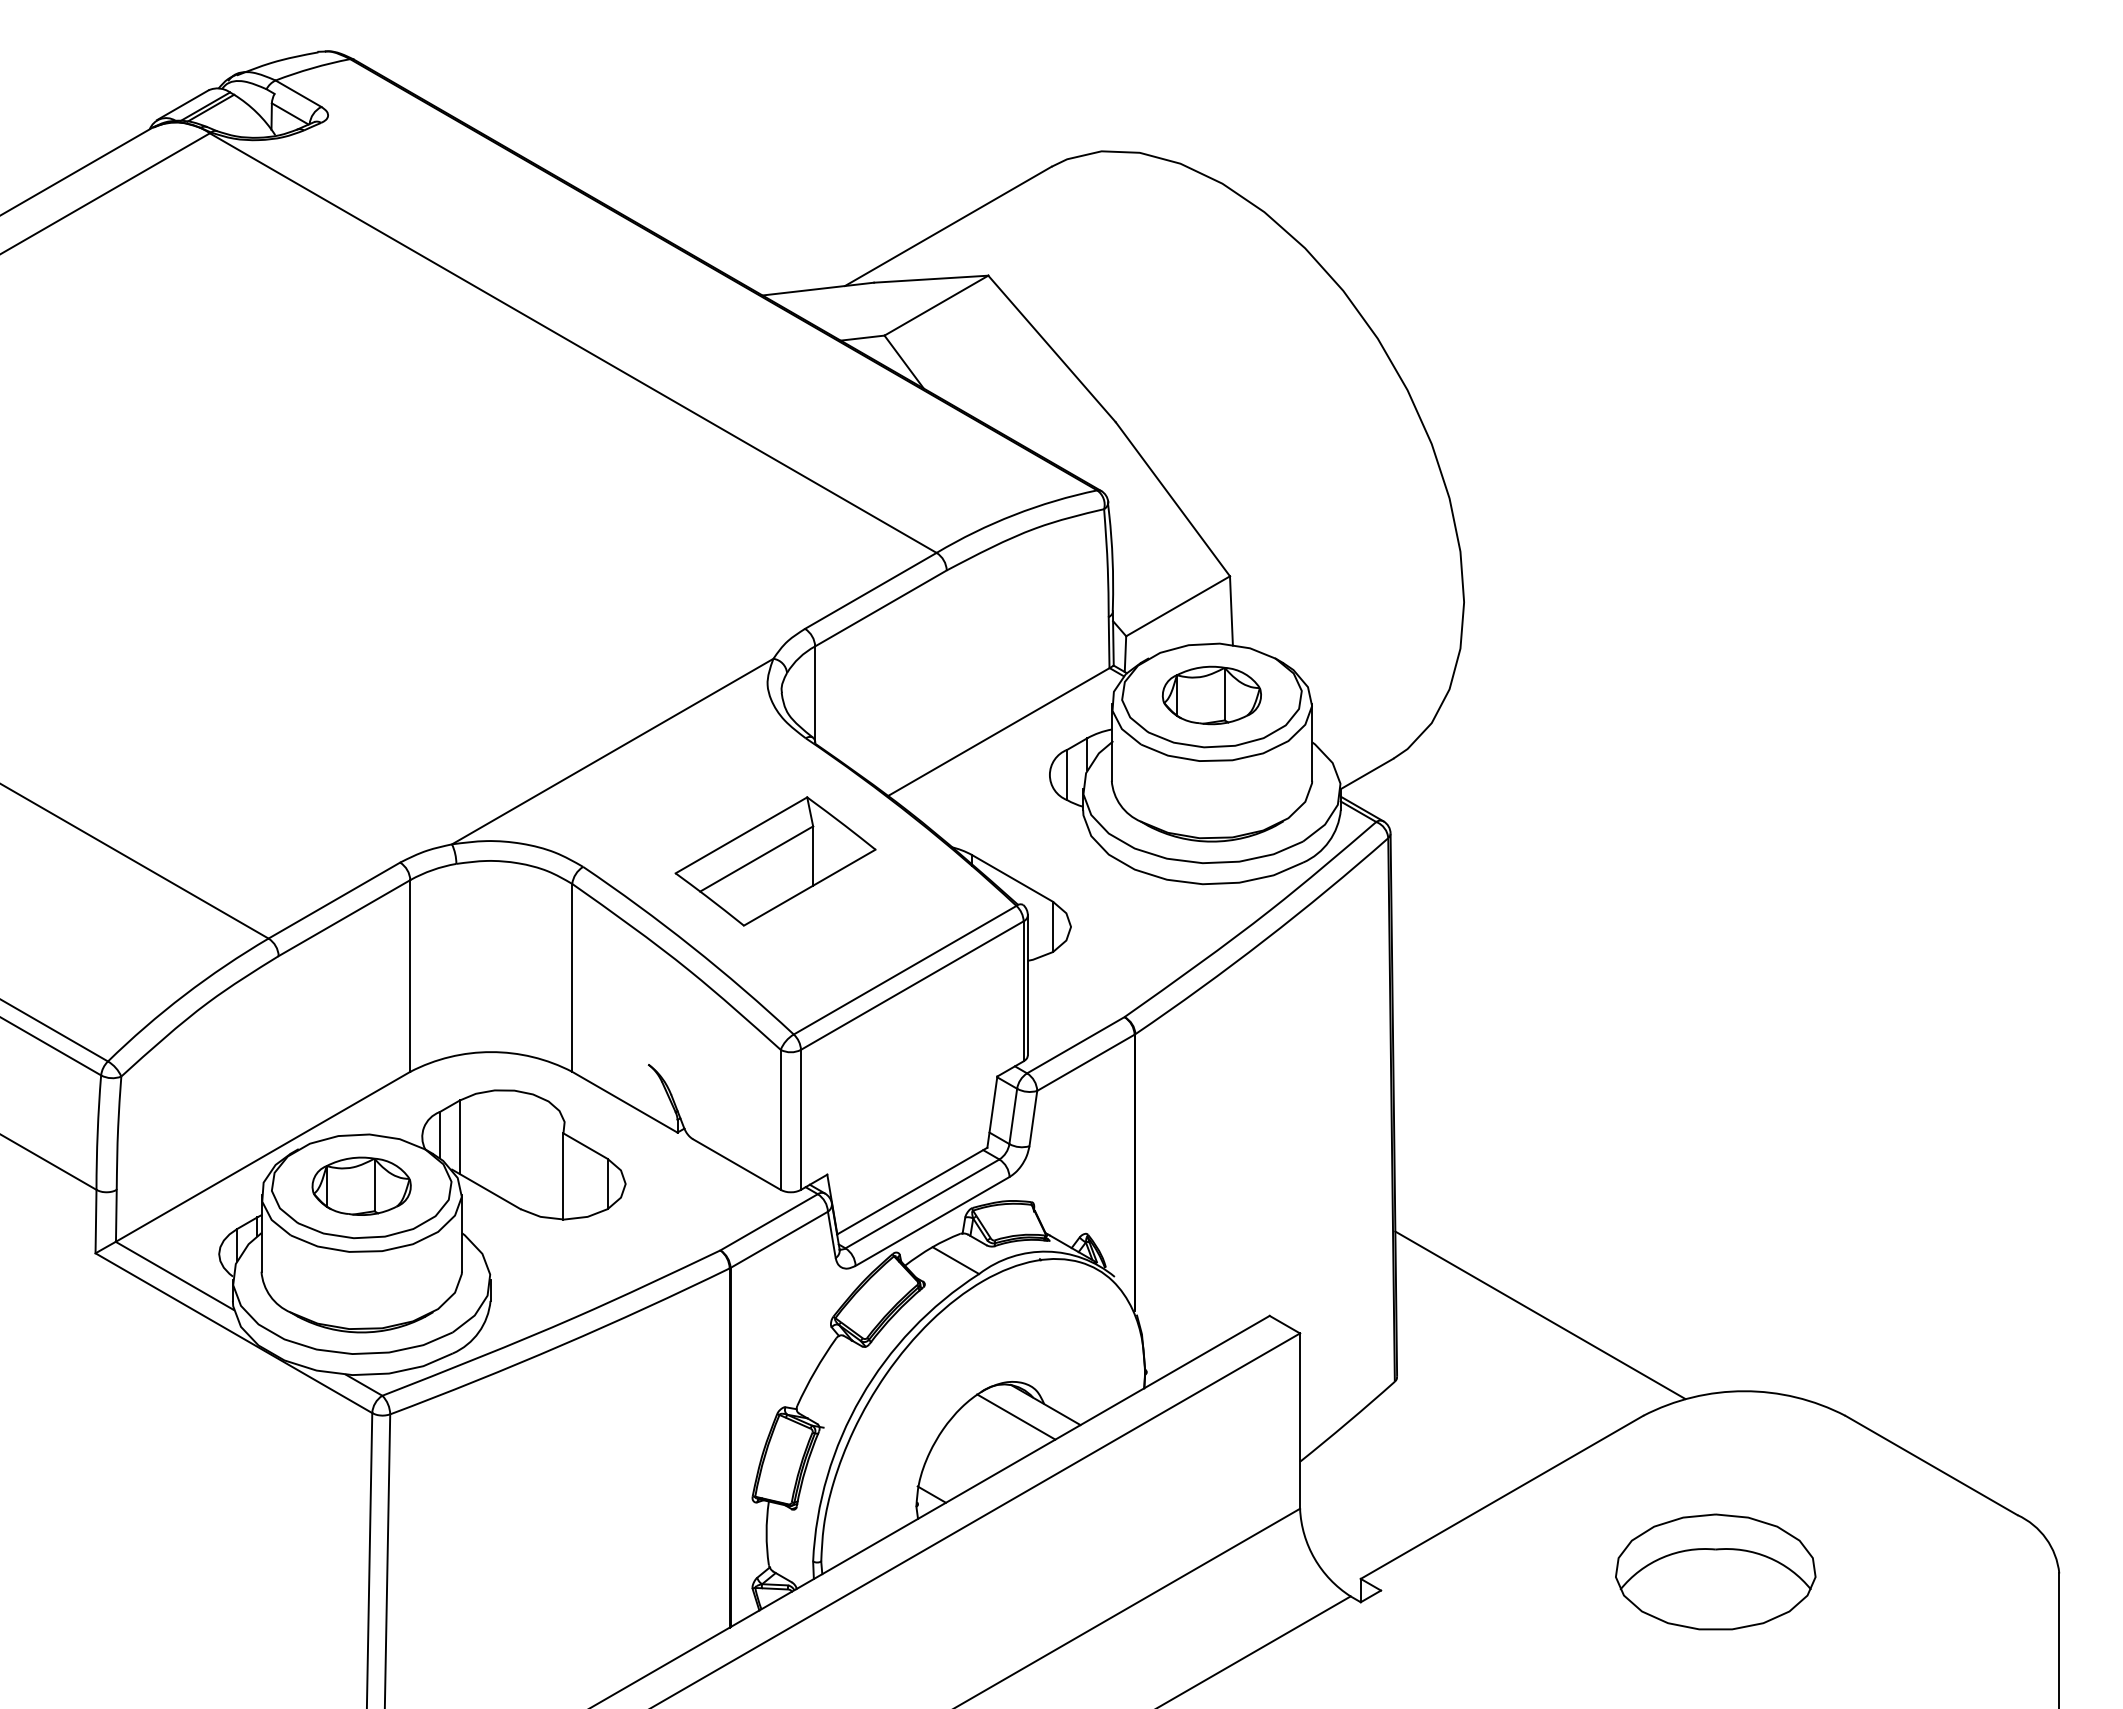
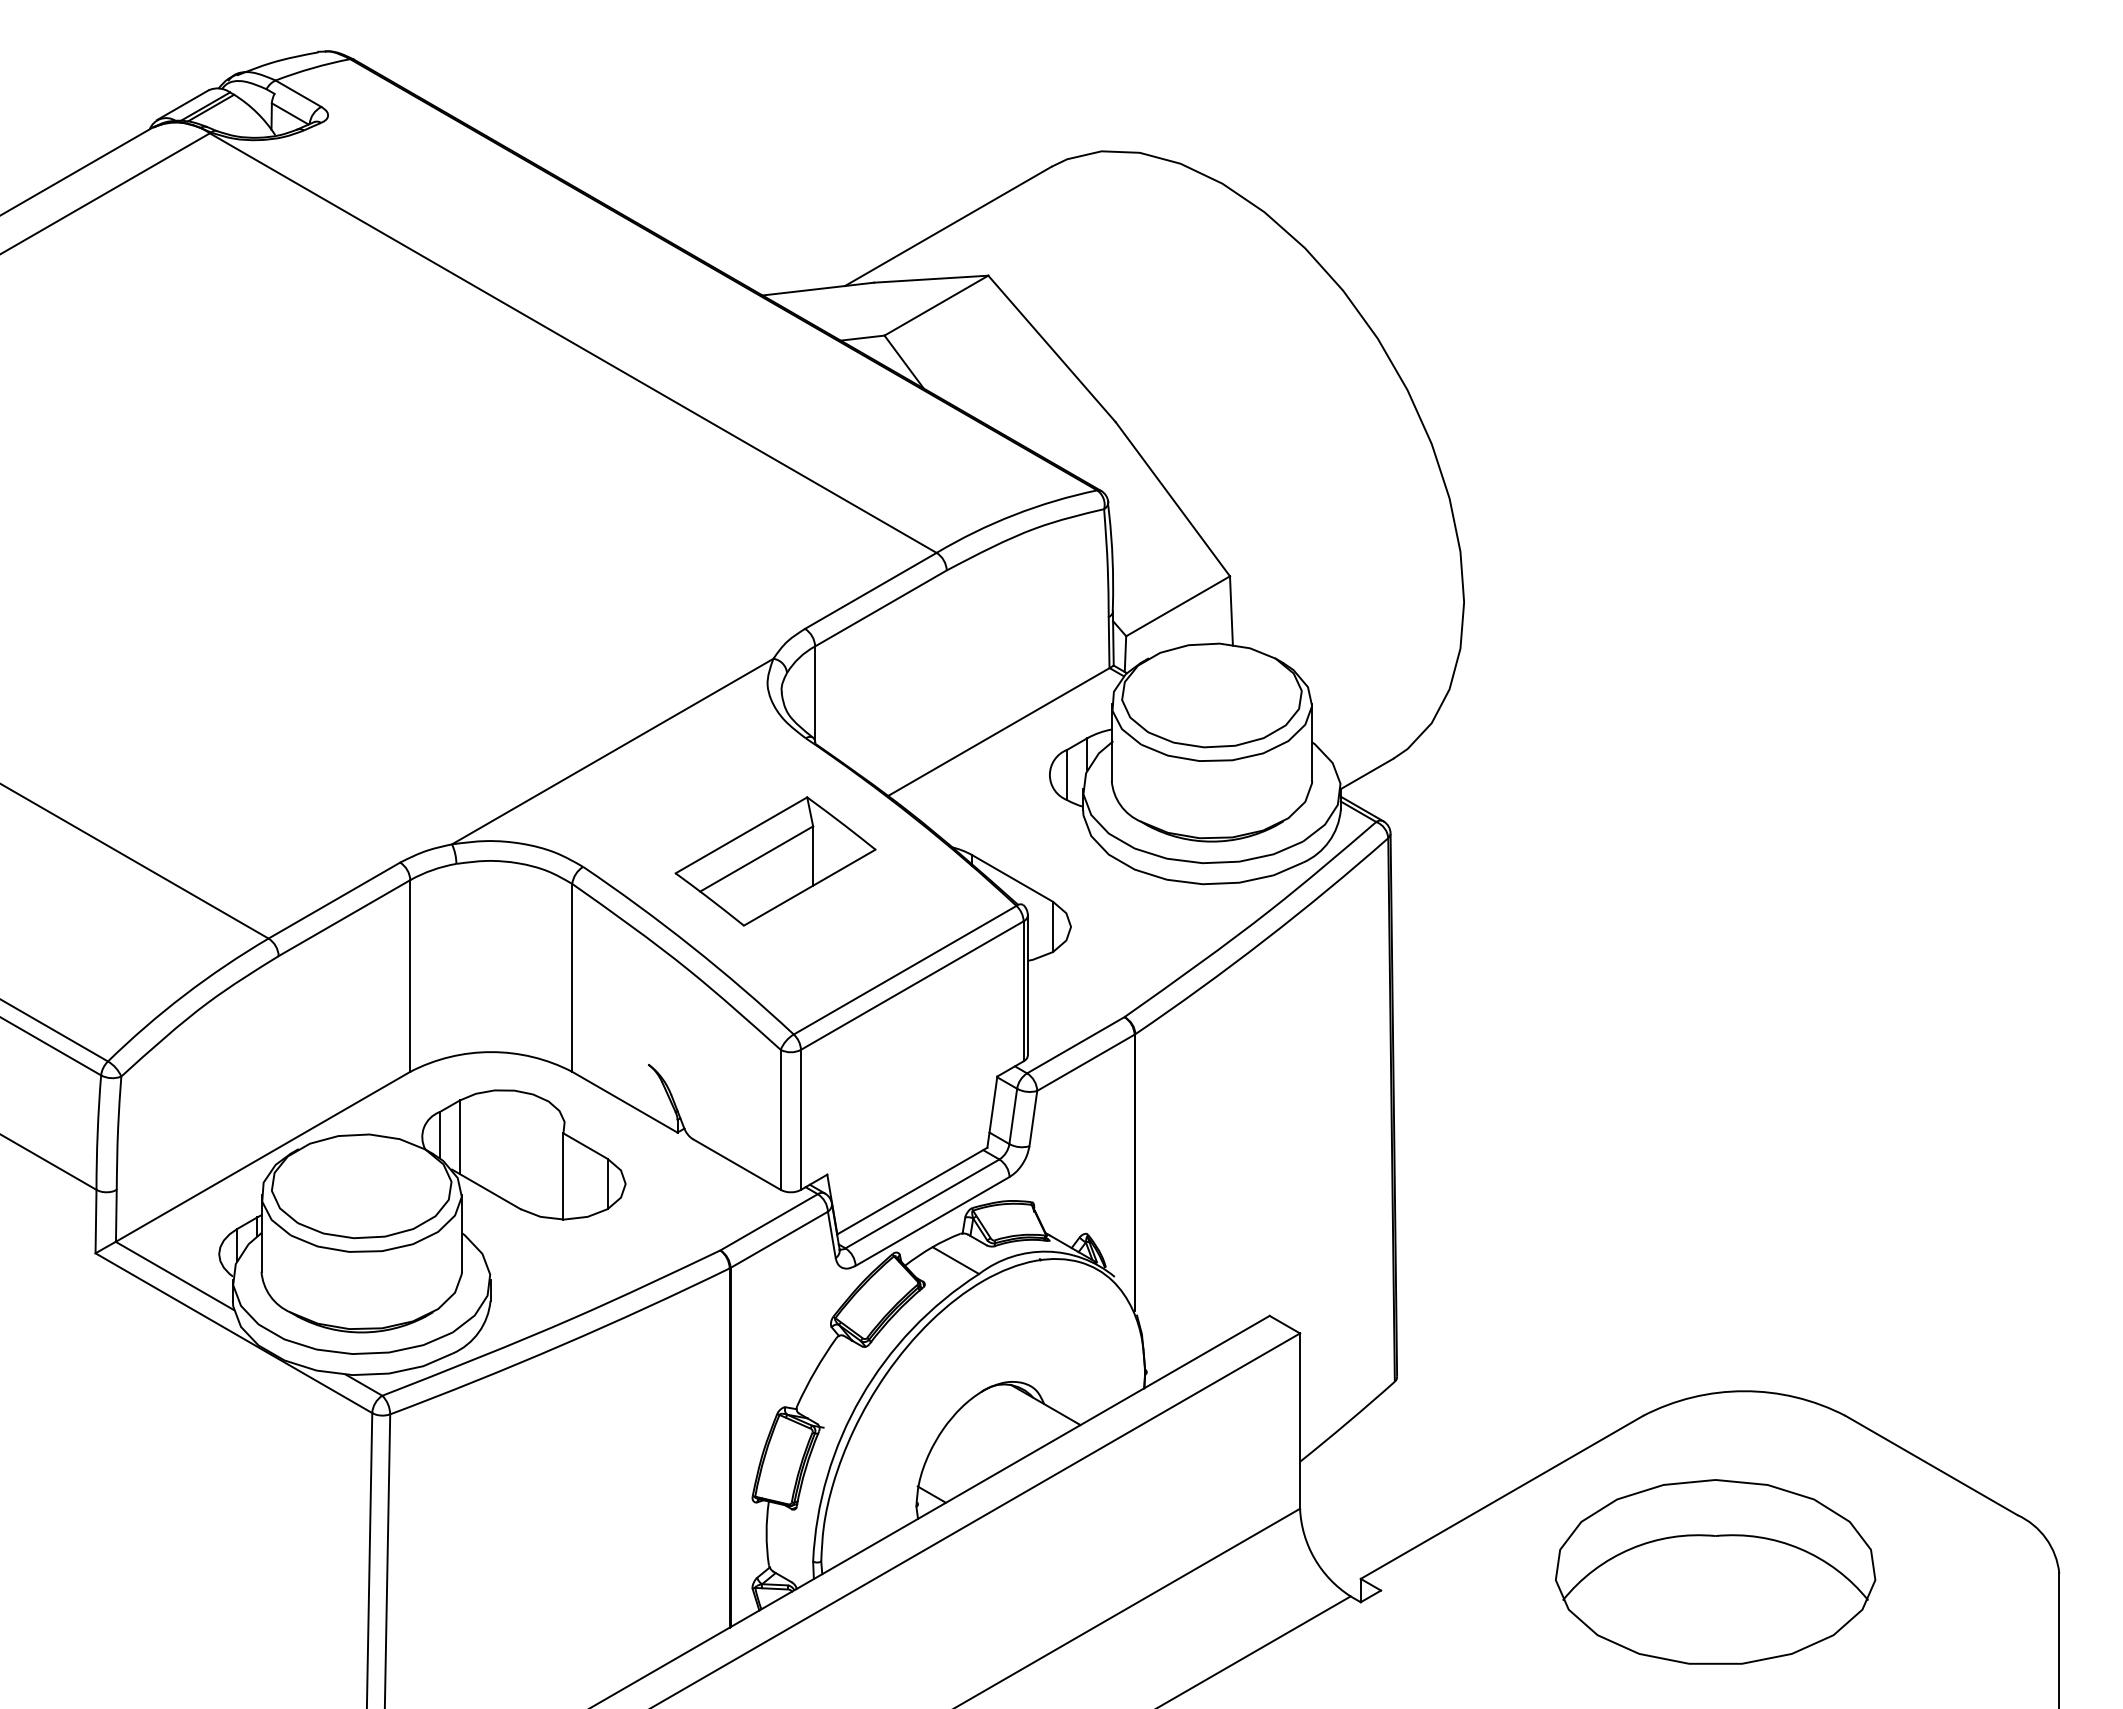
part at (1211, 695): present -> none
part at (361, 1185): present -> none
line at (1540, 1315): present -> none
line at (1016, 1416): present -> none
part at (1715, 1571) size: 202x118 px -> 322x186 px
